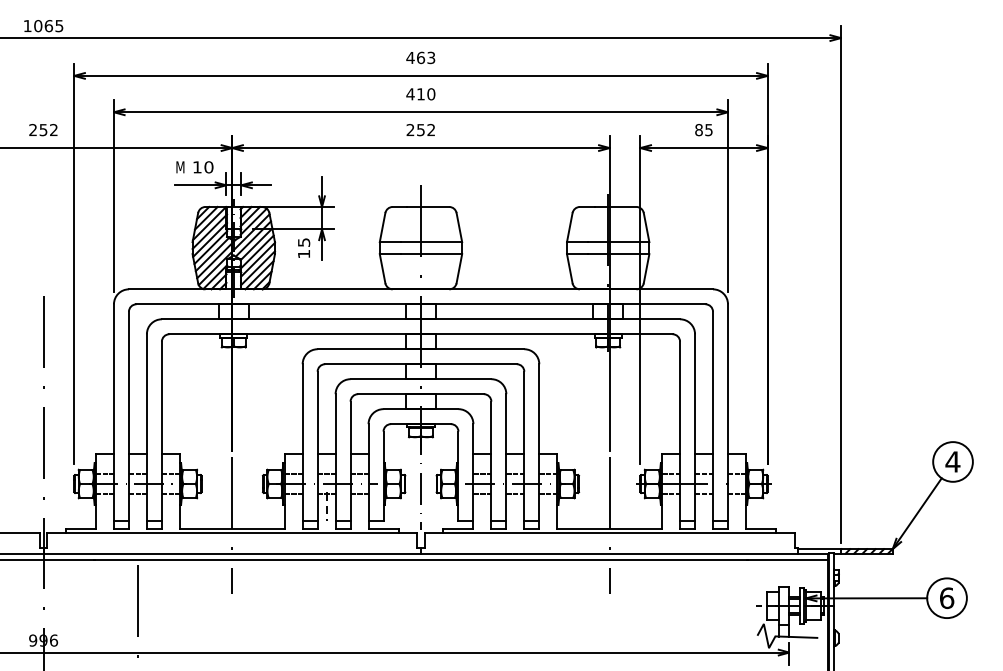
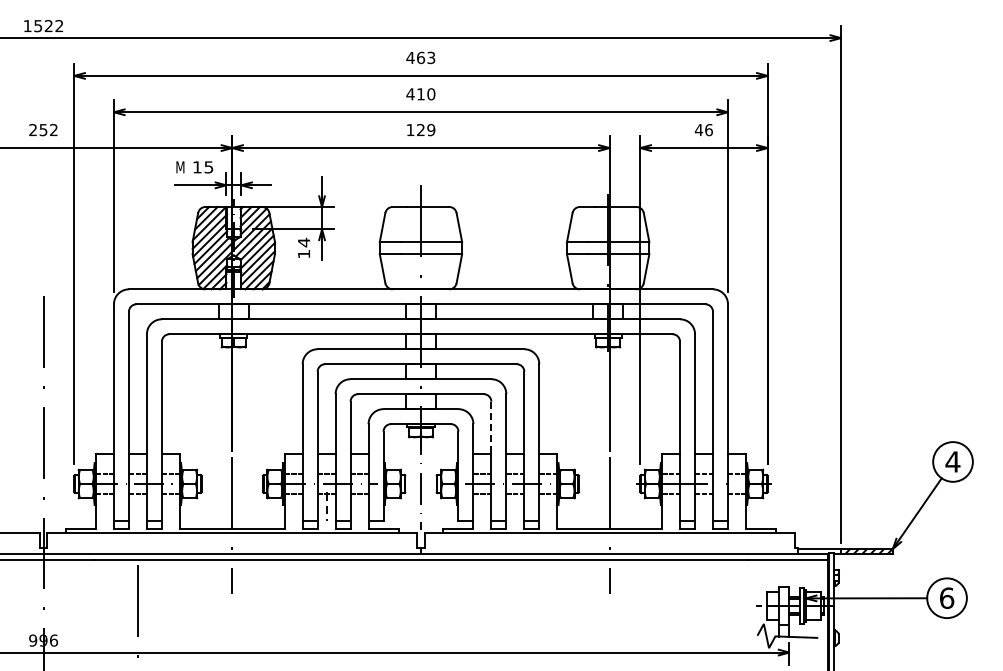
text at (48, 26): 1065 -> 1522
text at (420, 130): 252 -> 129
text at (703, 130): 85 -> 46
text at (208, 167): 10 -> 15
text at (304, 242): 15 -> 14
line at (491, 428): solid -> dashed
